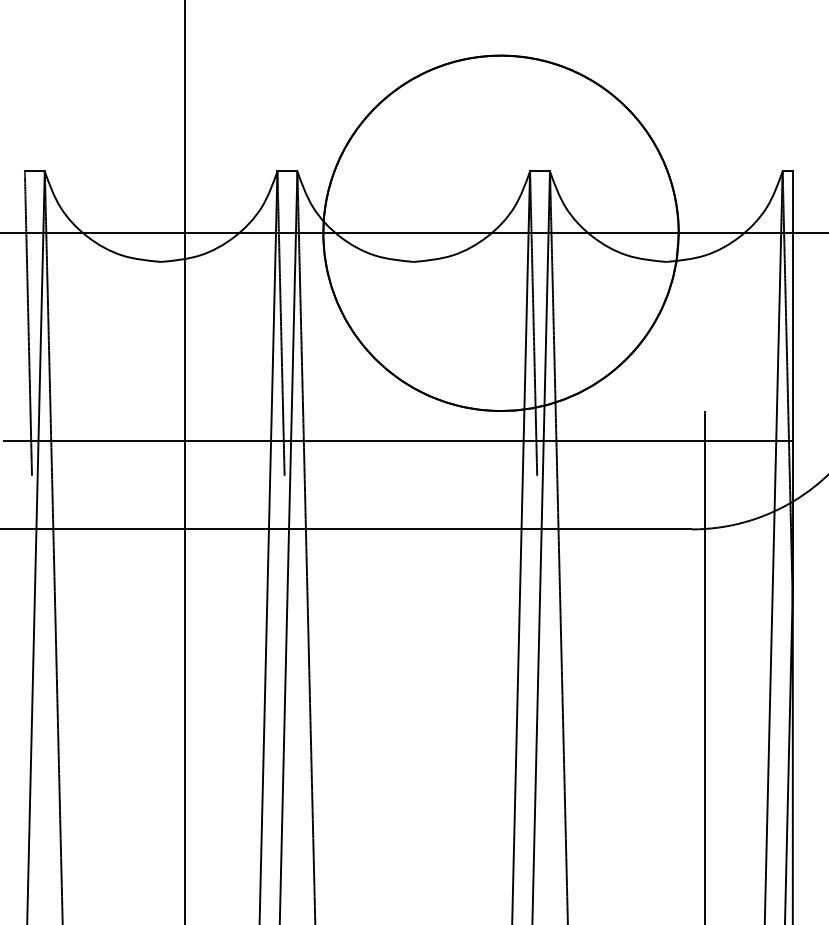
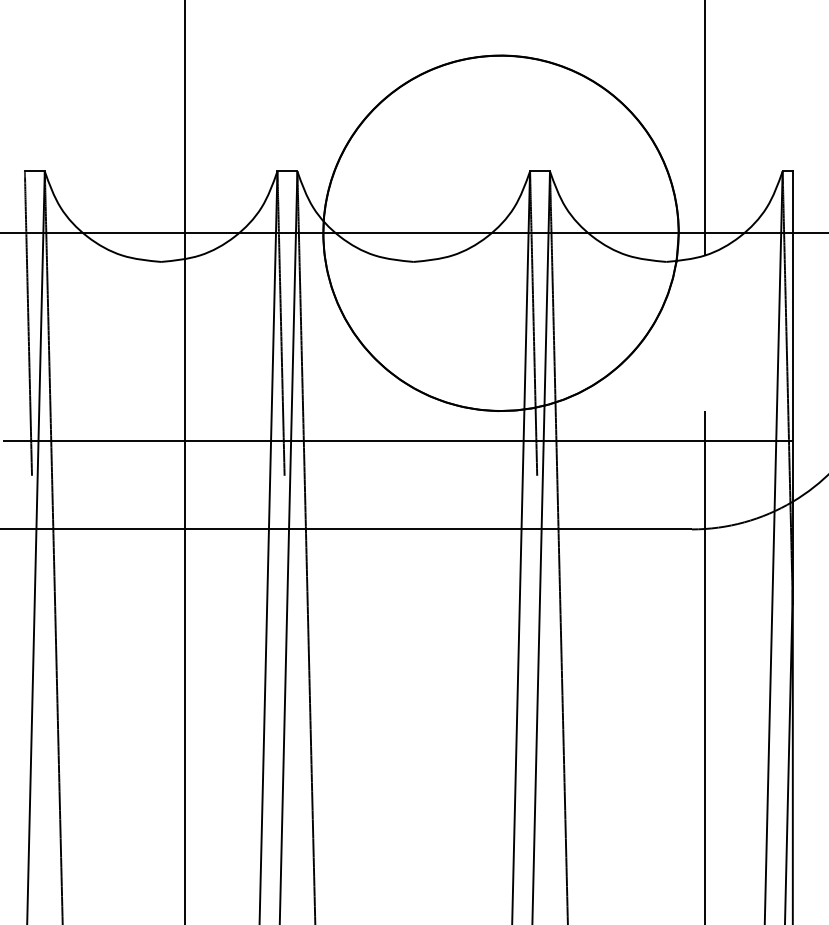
line at (705, 128): none -> present
